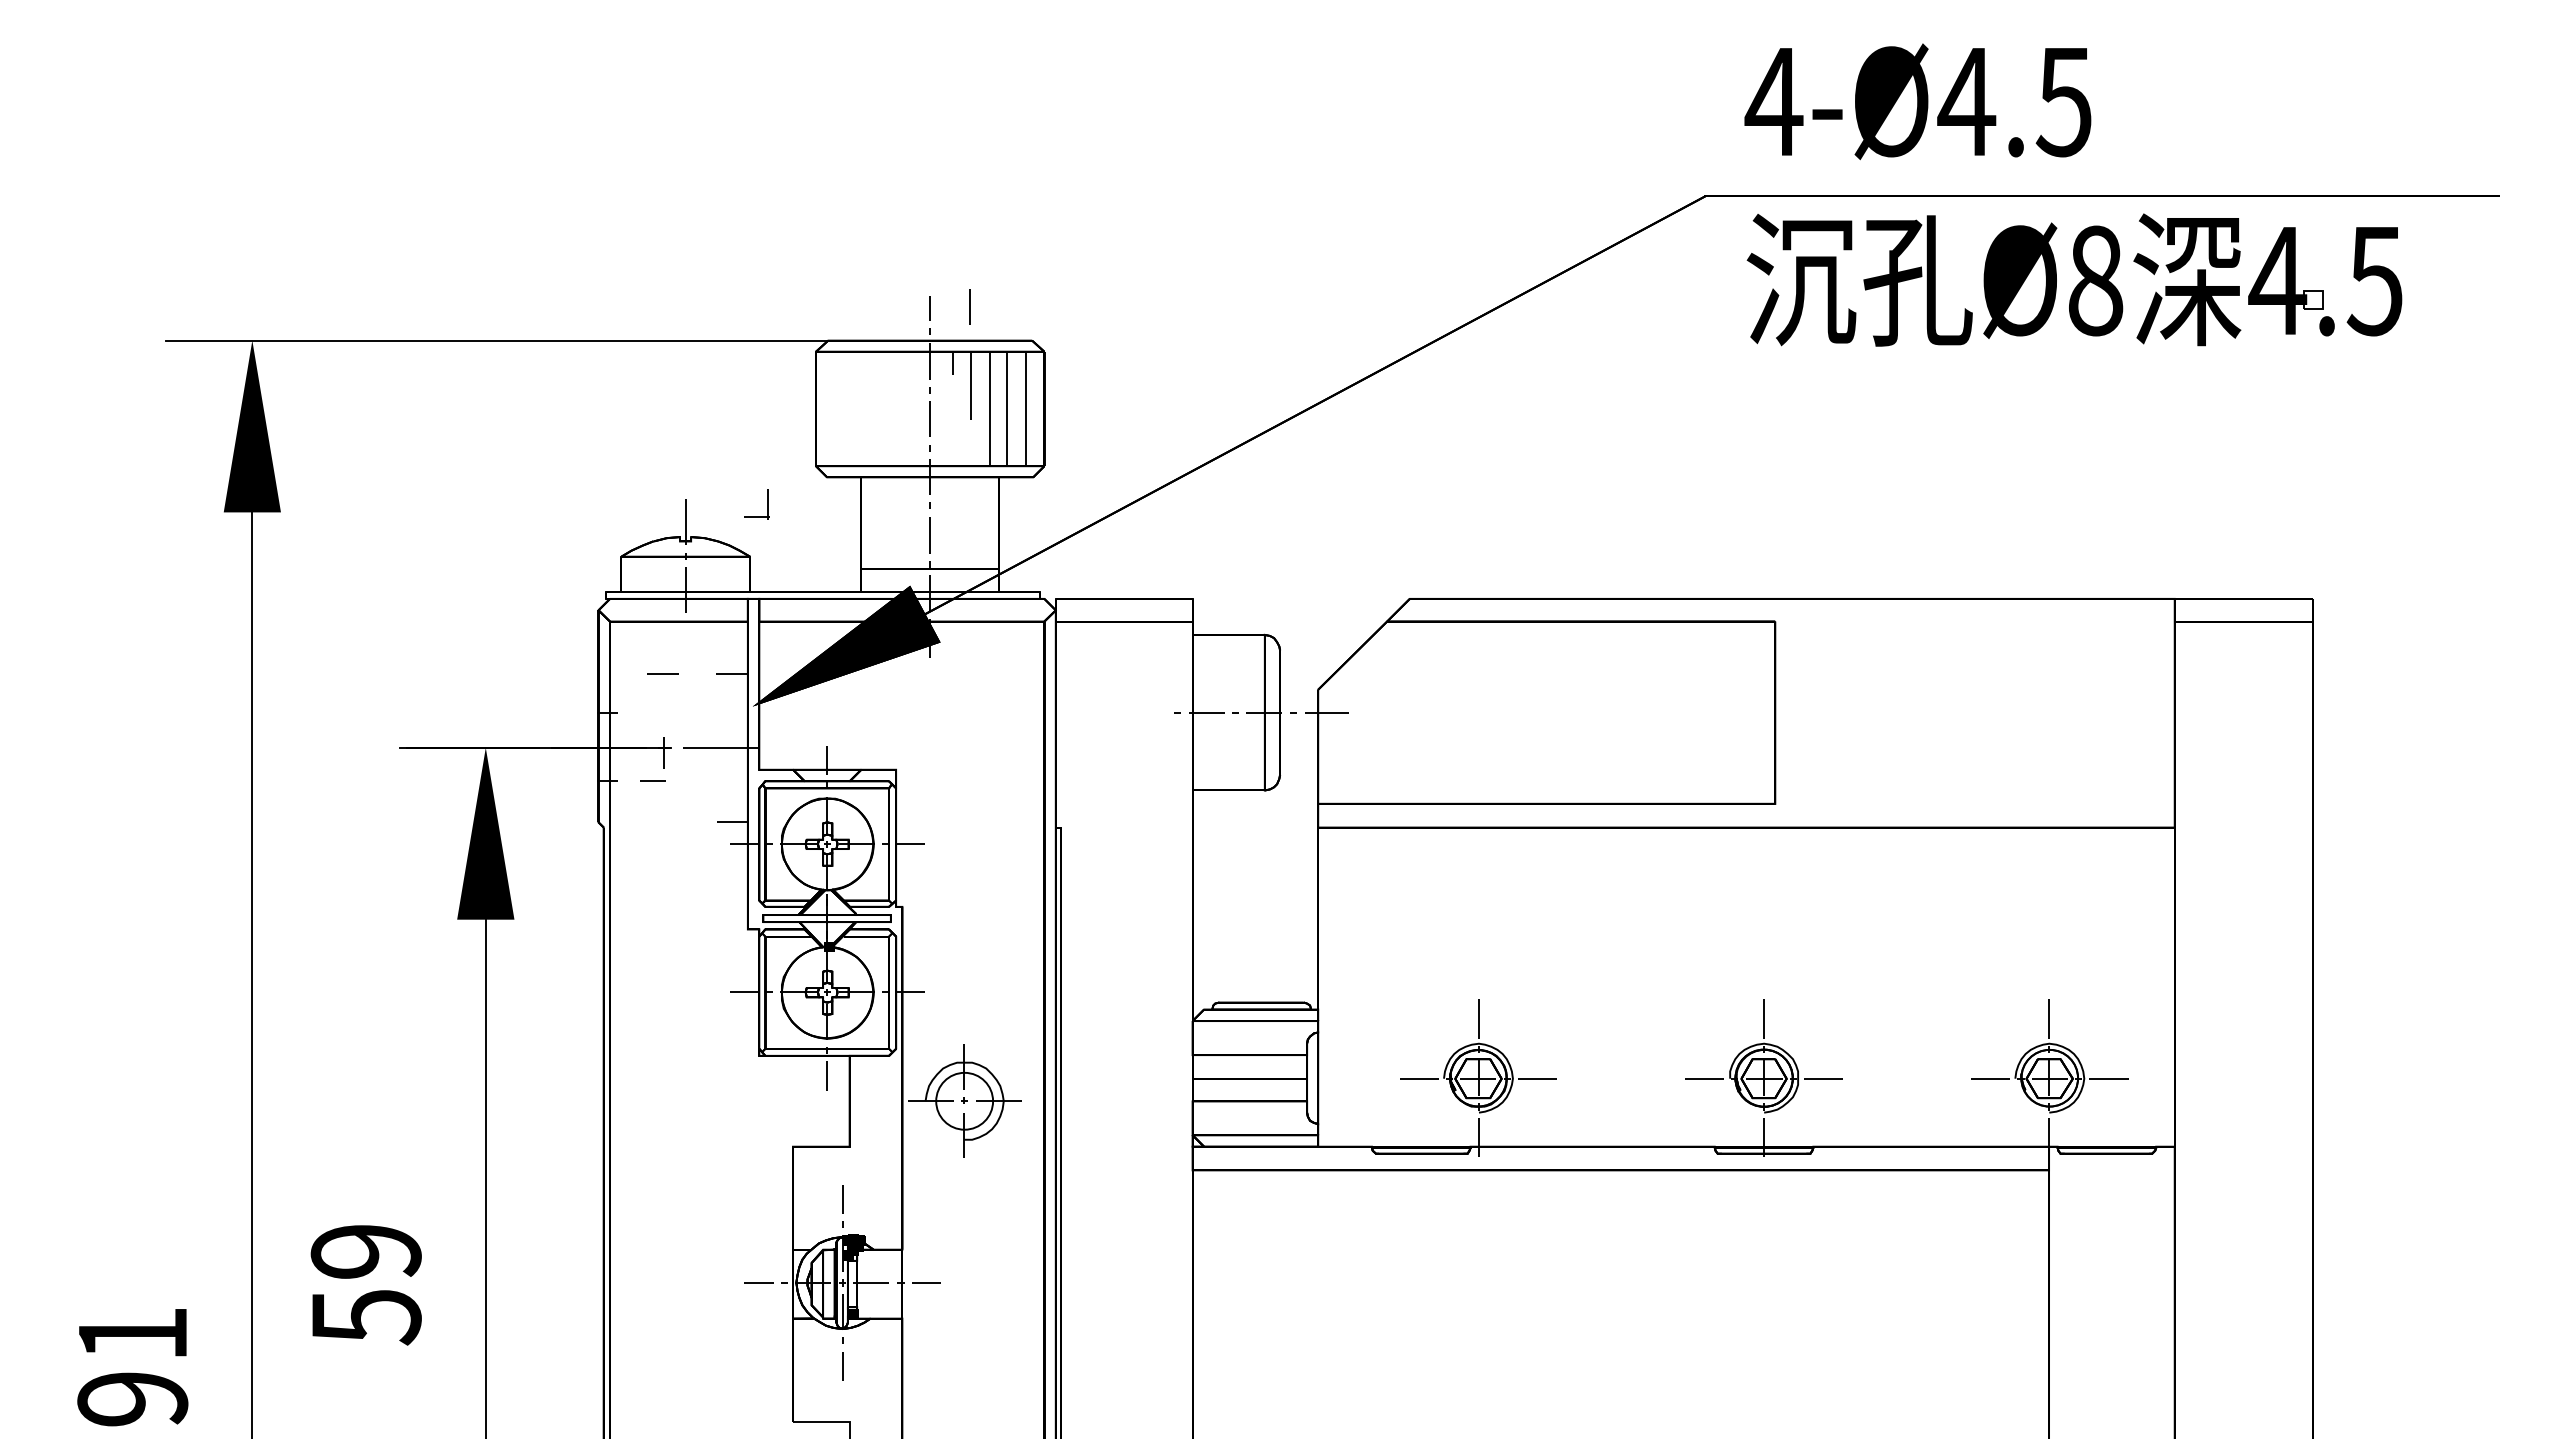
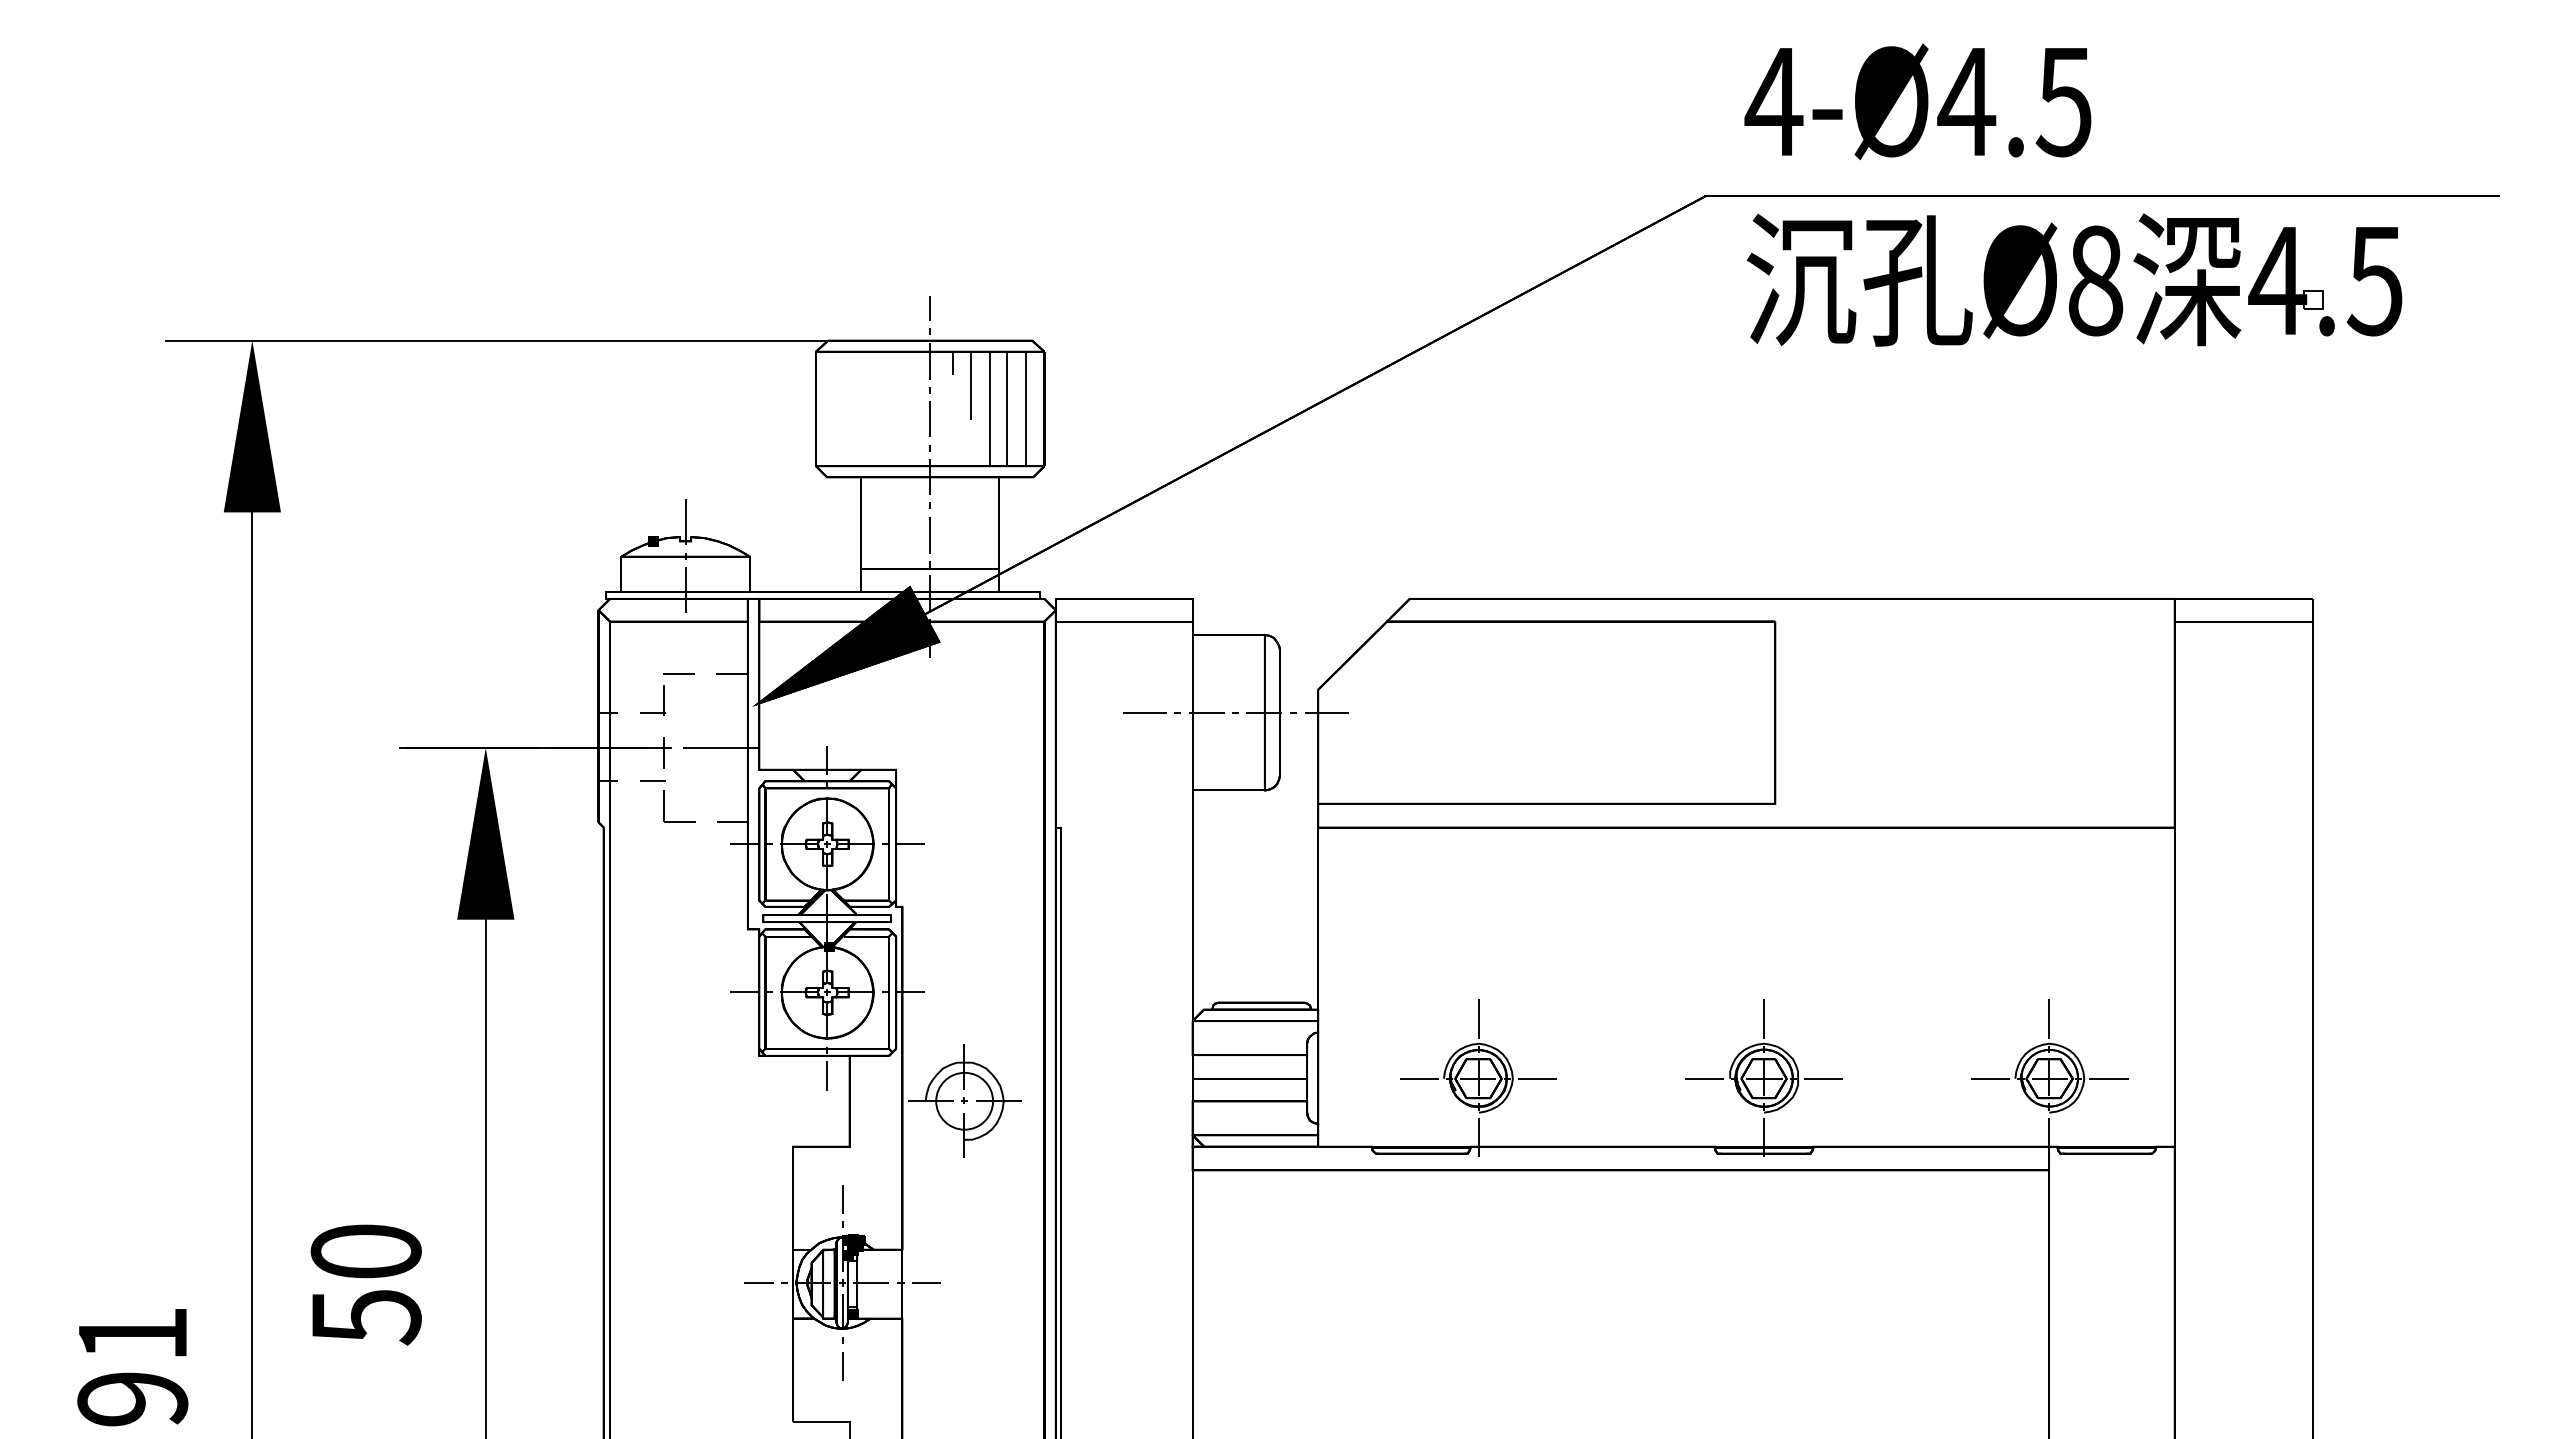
line at (969, 306): present -> none
part at (767, 504) position: (767, 504) -> (663, 700)
fill at (653, 541): none -> present
line at (662, 673) position: (662, 673) -> (678, 673)
line at (1144, 712): none -> present
part at (664, 806): none -> present
text at (365, 1251): 59 -> 50
